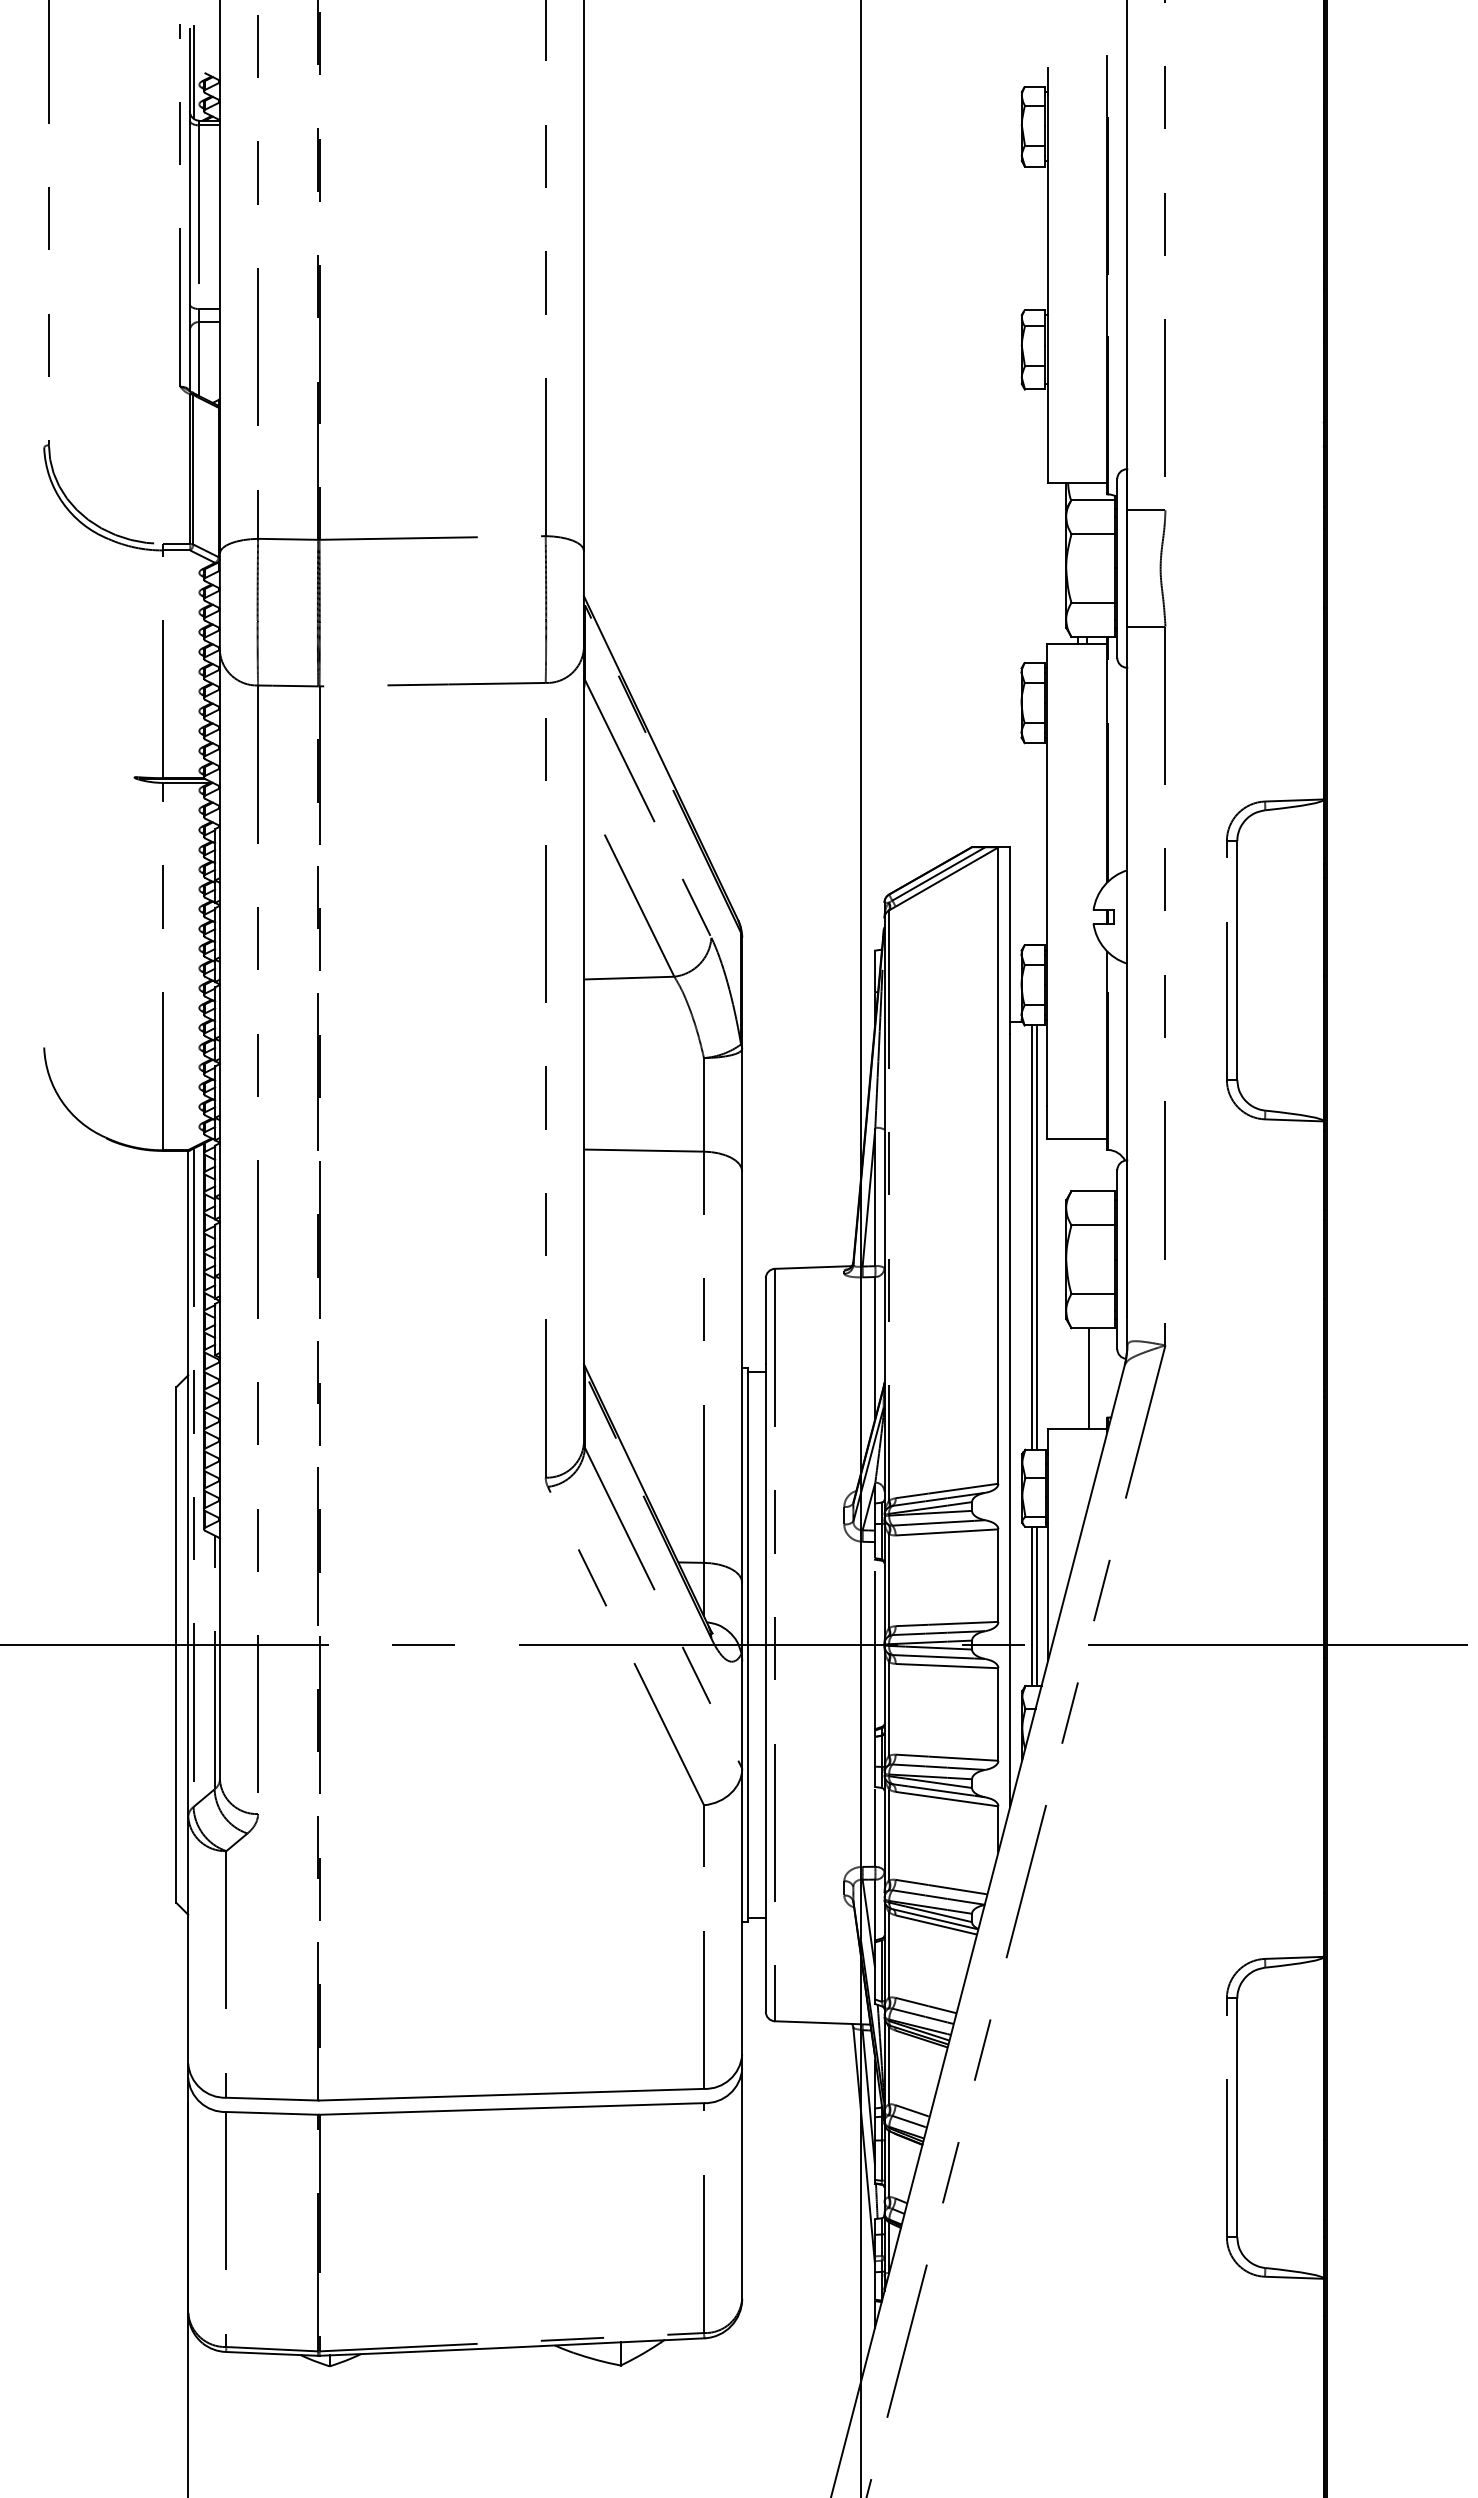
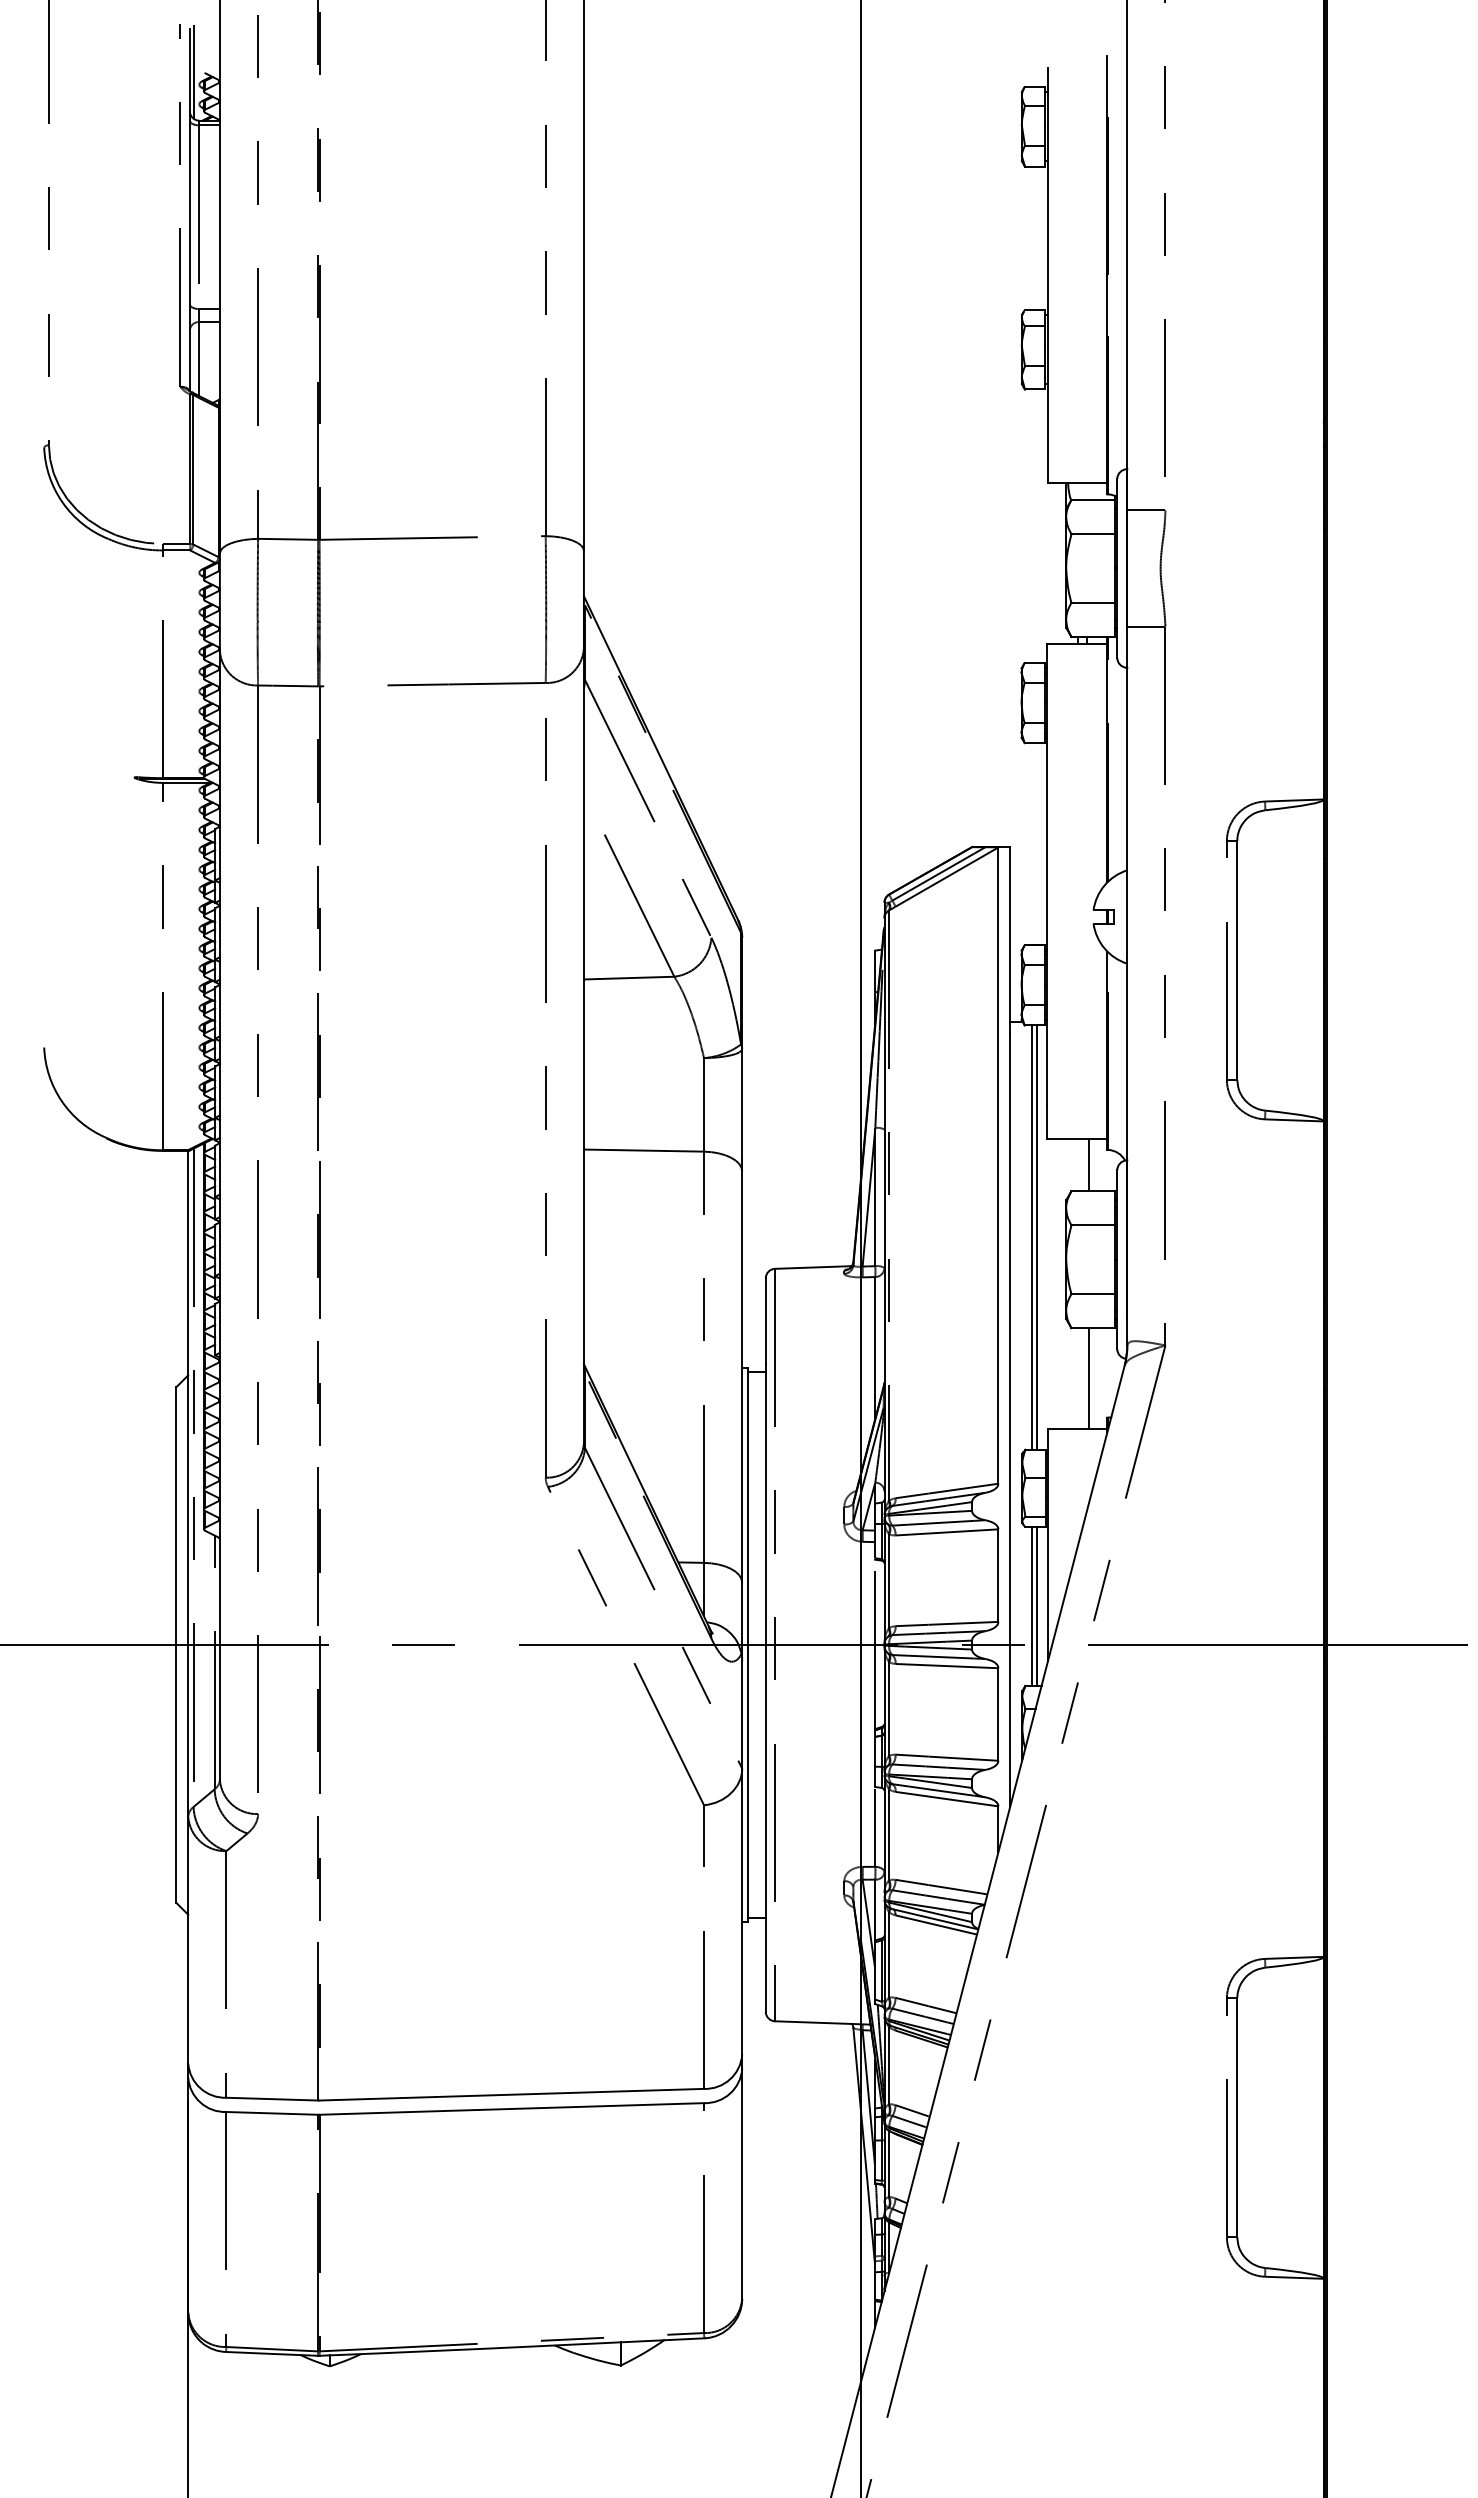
line at (1089, 1164): none -> present
